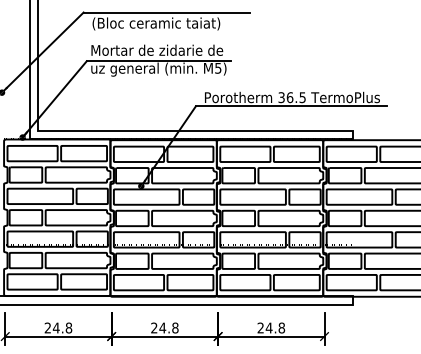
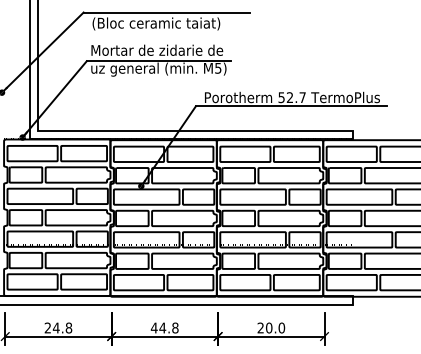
text at (292, 97): 36.5 -> 52.7
text at (153, 327): 24.8 -> 44.8
text at (275, 327): 24.8 -> 20.0
